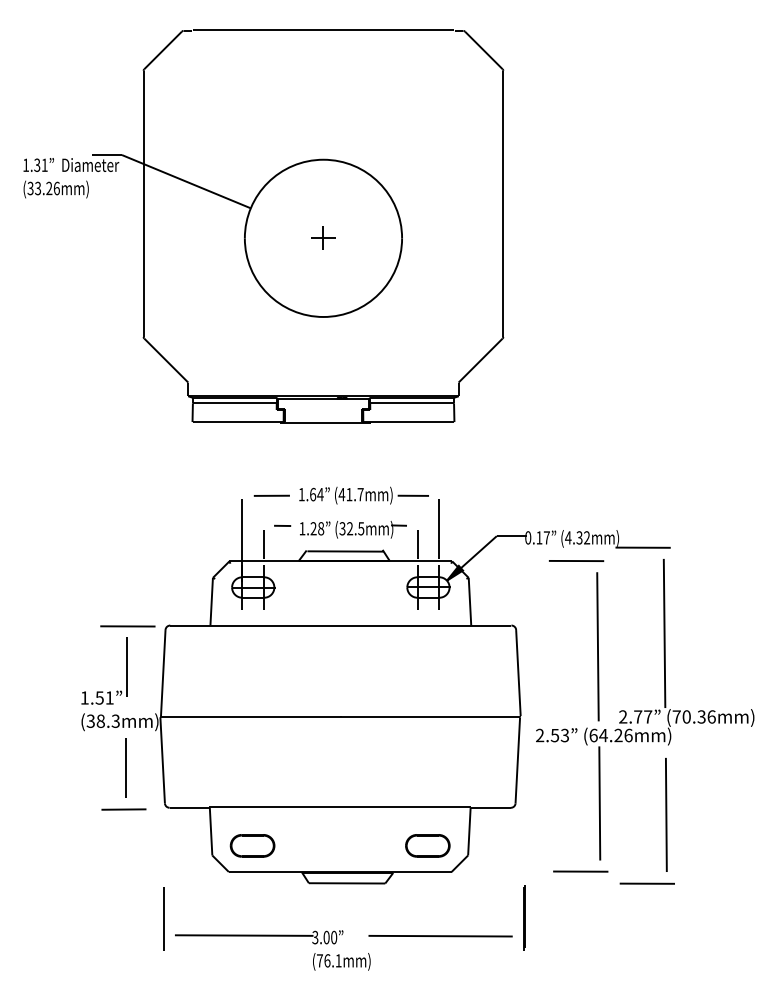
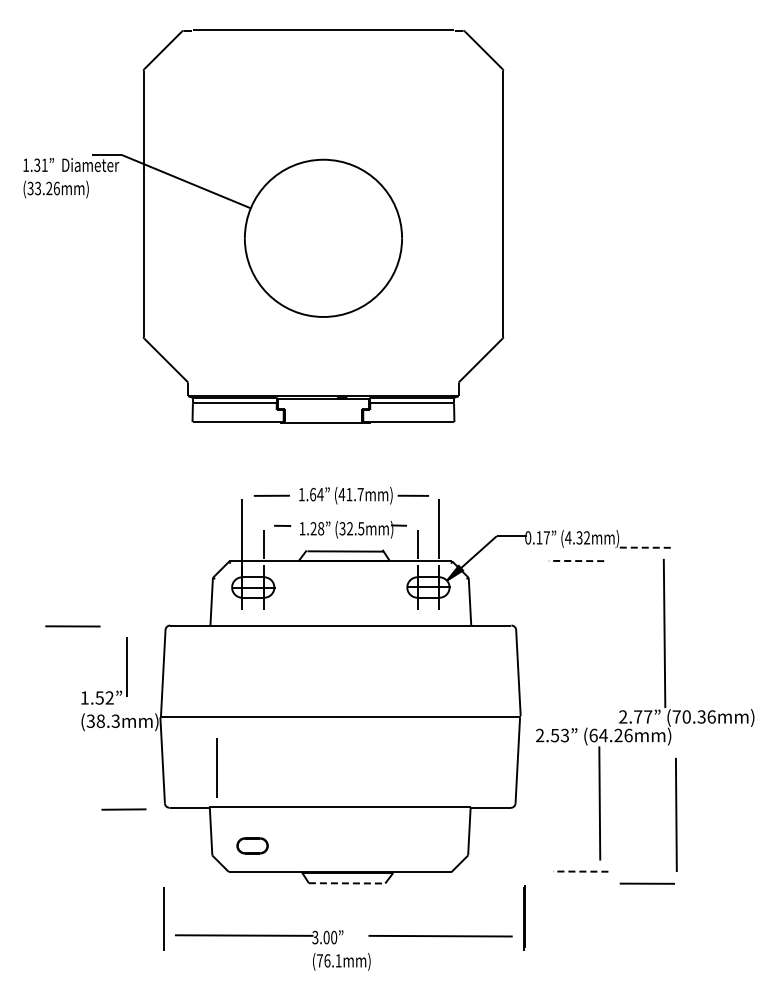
part at (323, 237): present -> none
line at (643, 547): solid -> dashed
line at (576, 561): solid -> dashed
line at (127, 626) position: (127, 626) -> (72, 626)
line at (597, 646): present -> none
text at (109, 697): 1.51 -> 1.52
line at (125, 767) position: (125, 767) -> (216, 767)
line at (666, 814) position: (666, 814) -> (676, 814)
part at (252, 845) size: 47x24 px -> 33x18 px
part at (427, 845): present -> none
line at (580, 871): solid -> dashed
line at (347, 883): solid -> dashed
